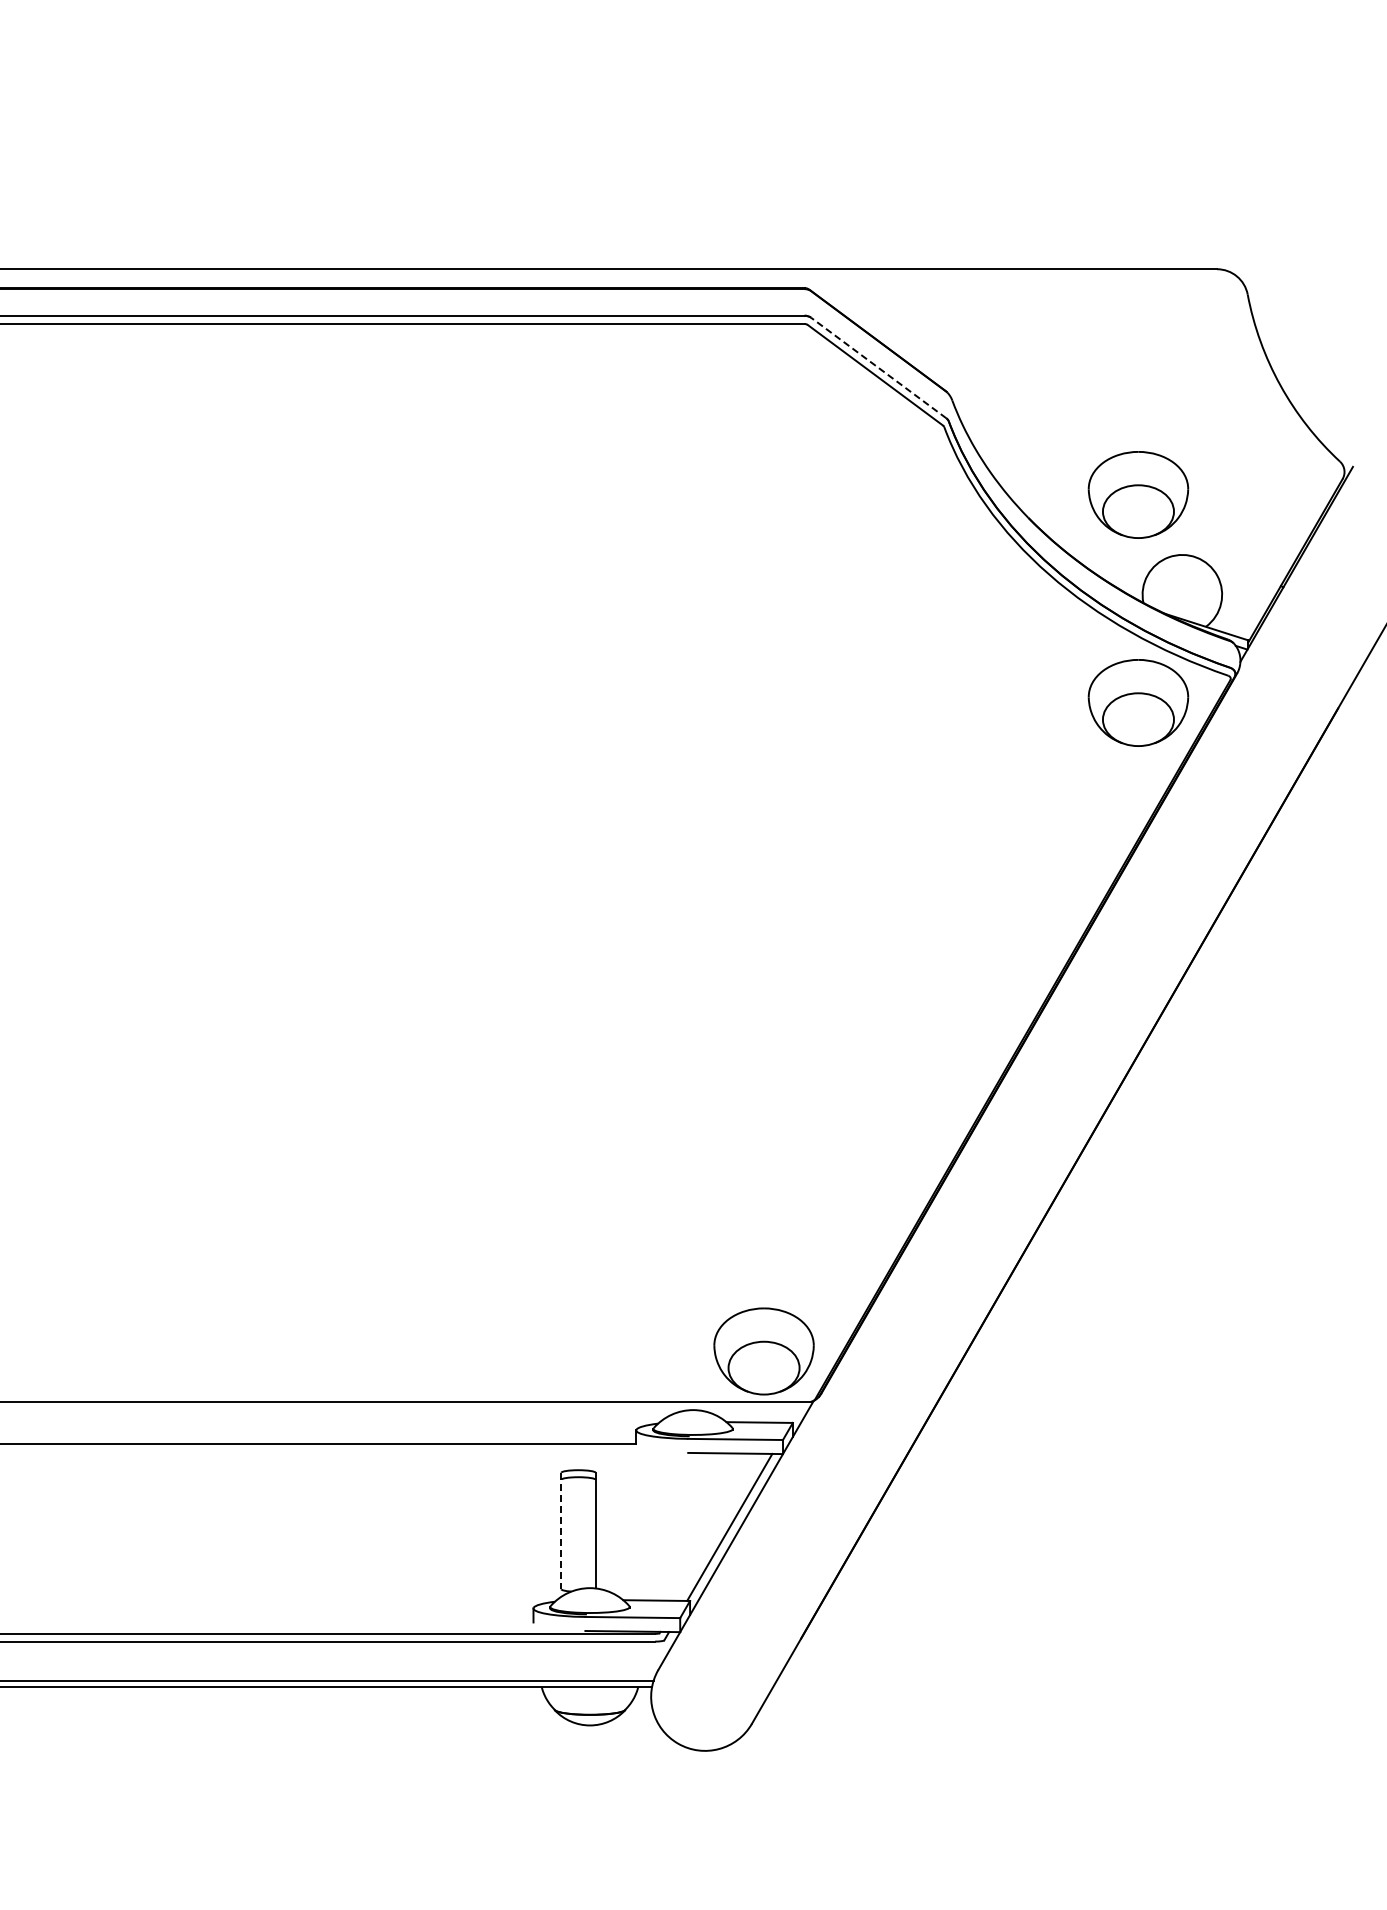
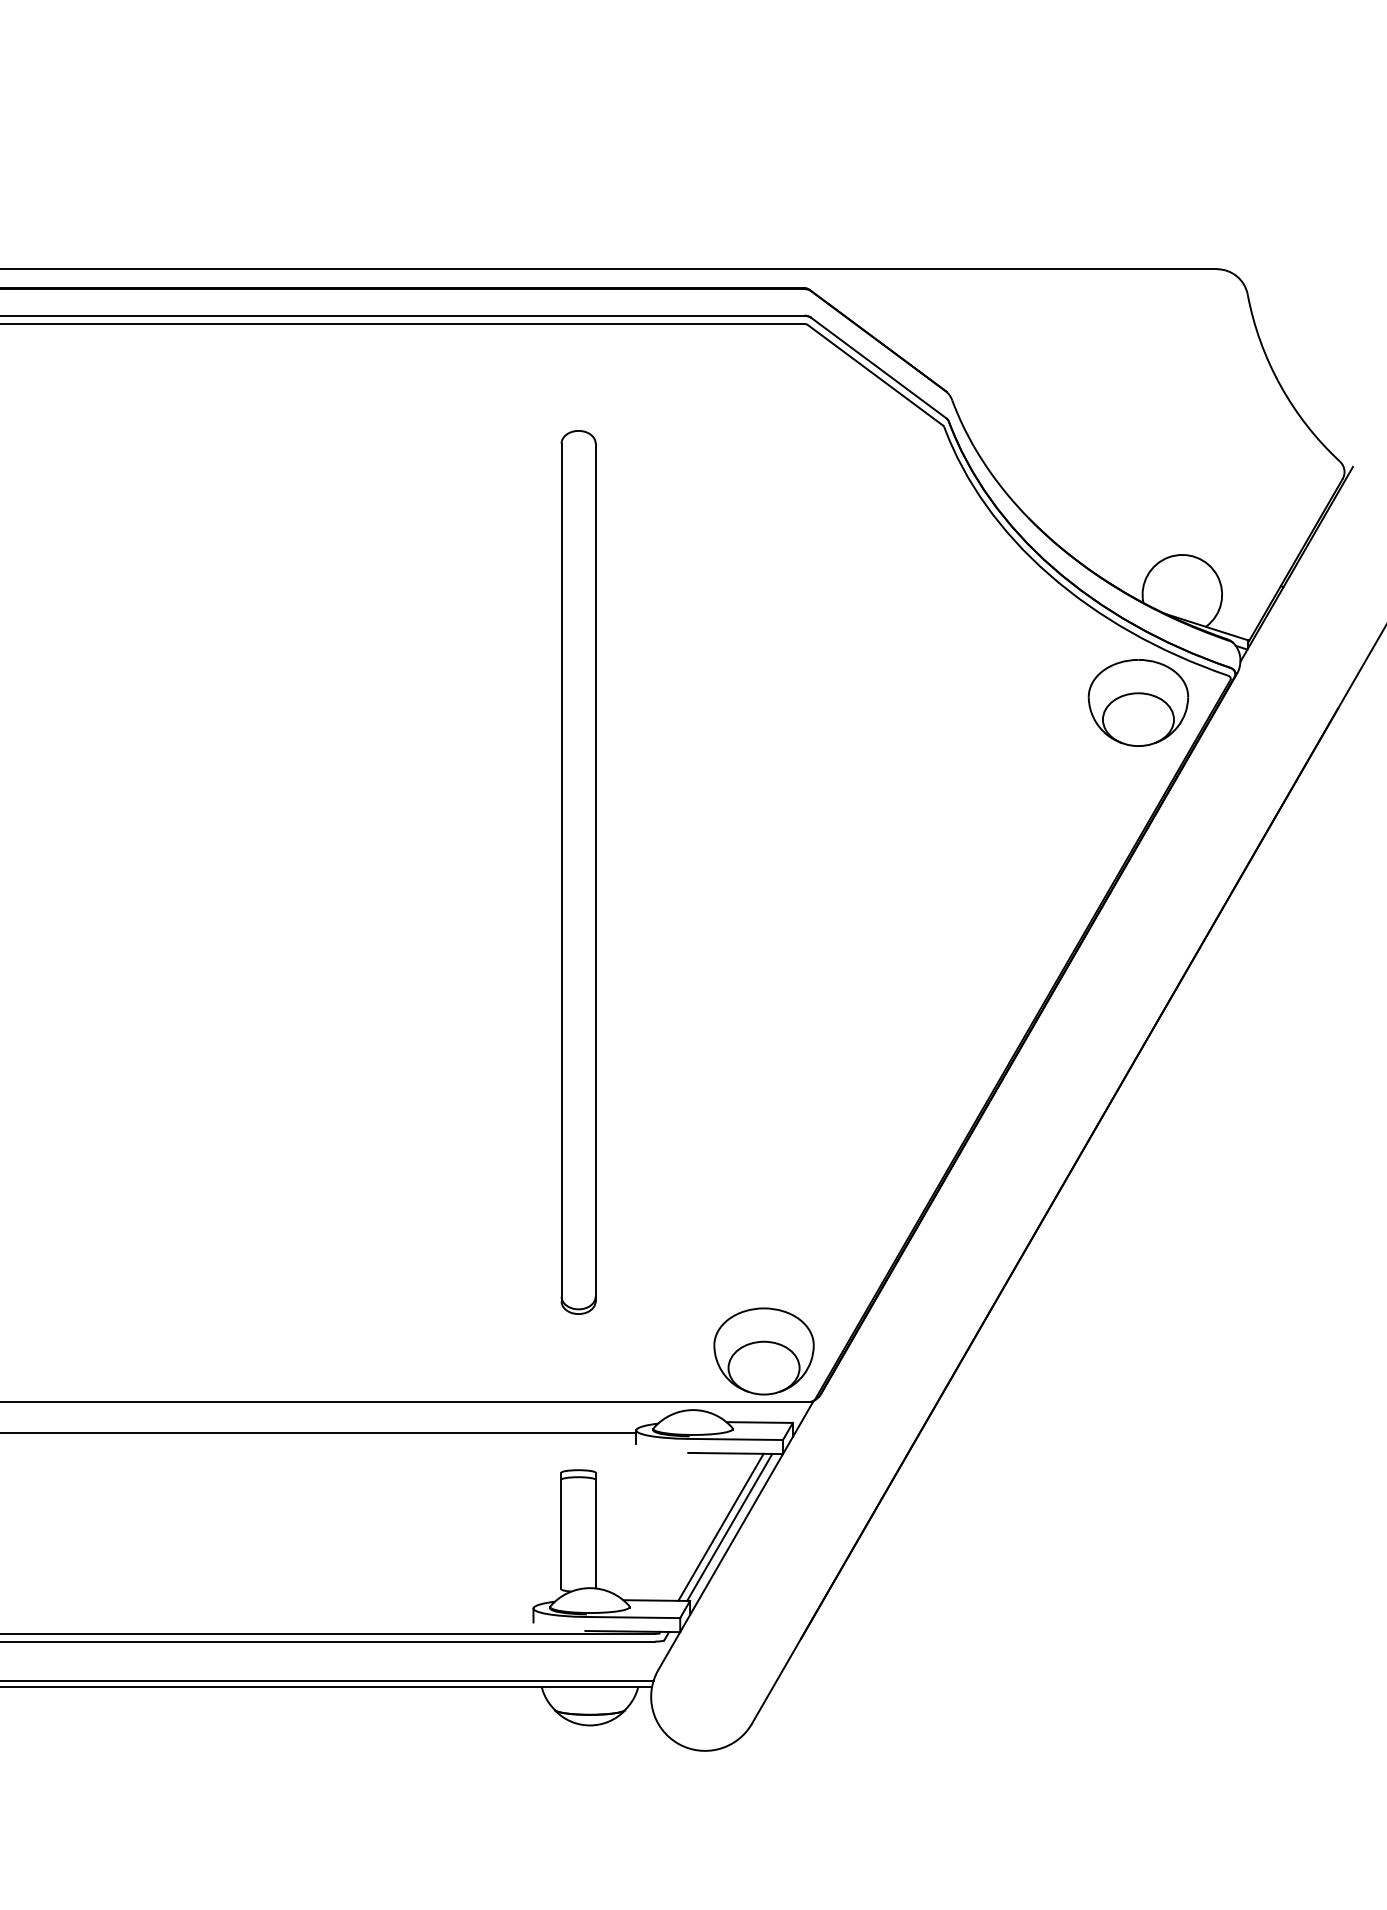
line at (878, 367): dashed -> solid
part at (1138, 494): present -> none
part at (578, 872): none -> present
line at (319, 1444) position: (319, 1444) -> (319, 1433)
line at (720, 1526): none -> present
line at (561, 1531): dashed -> solid
